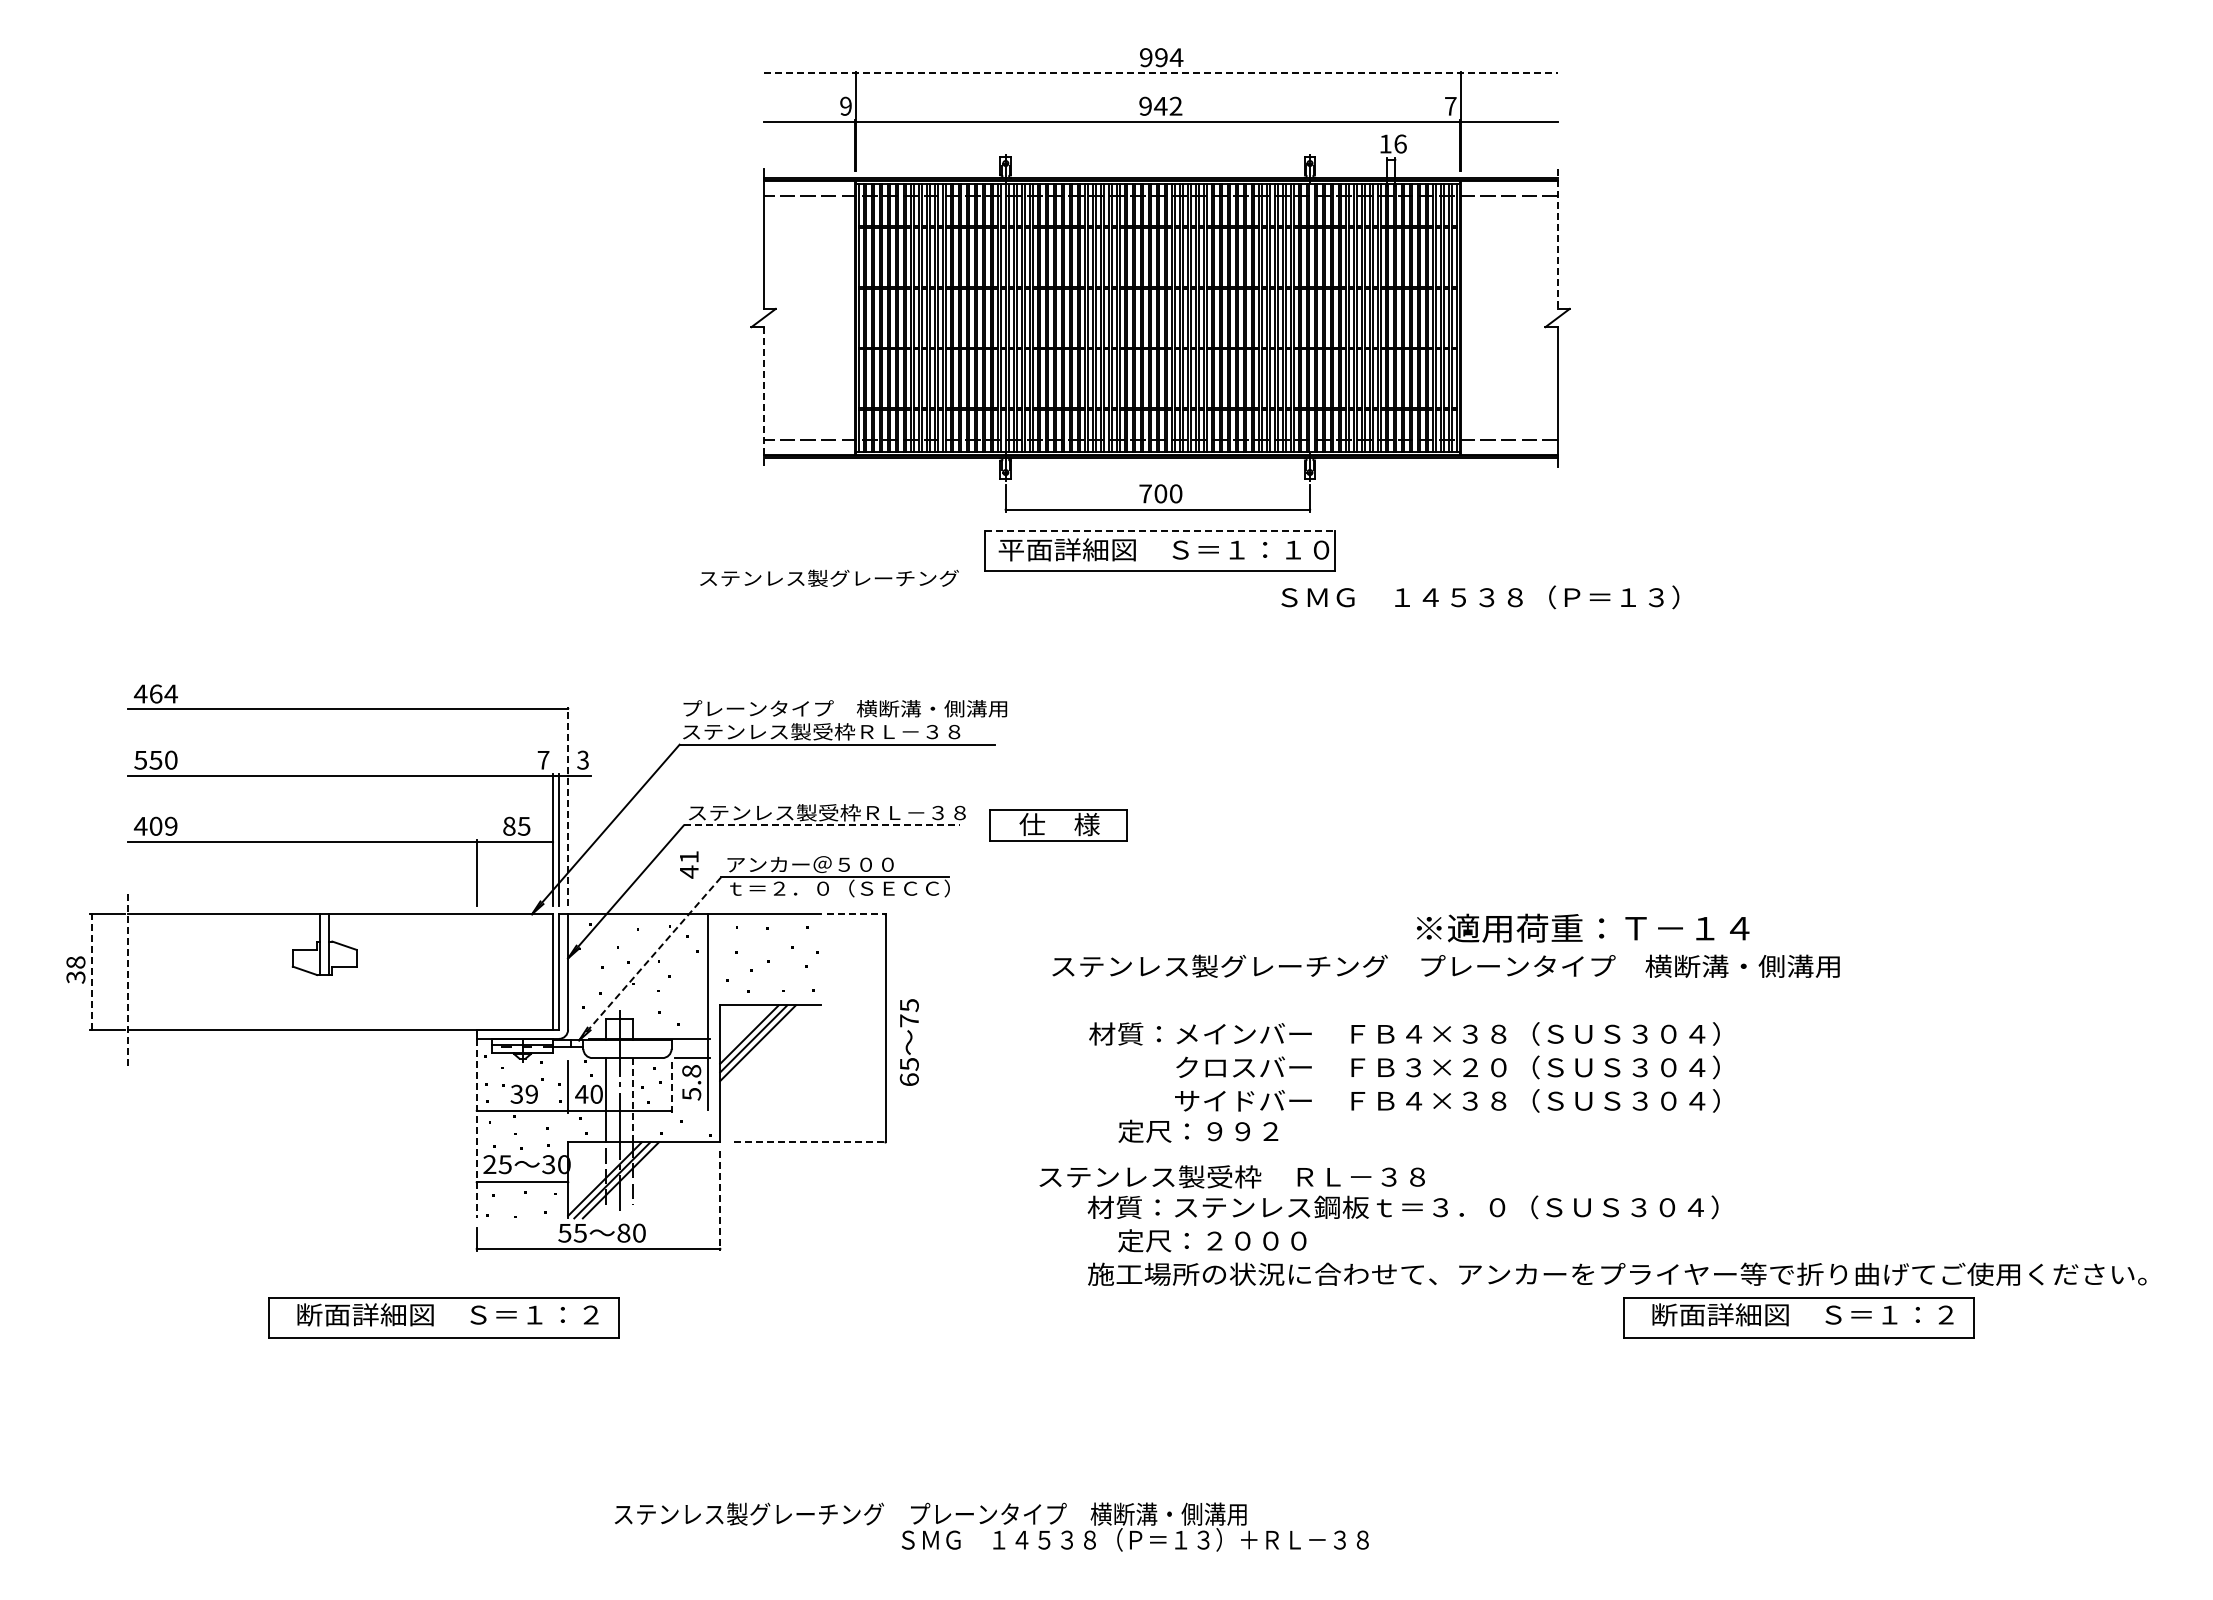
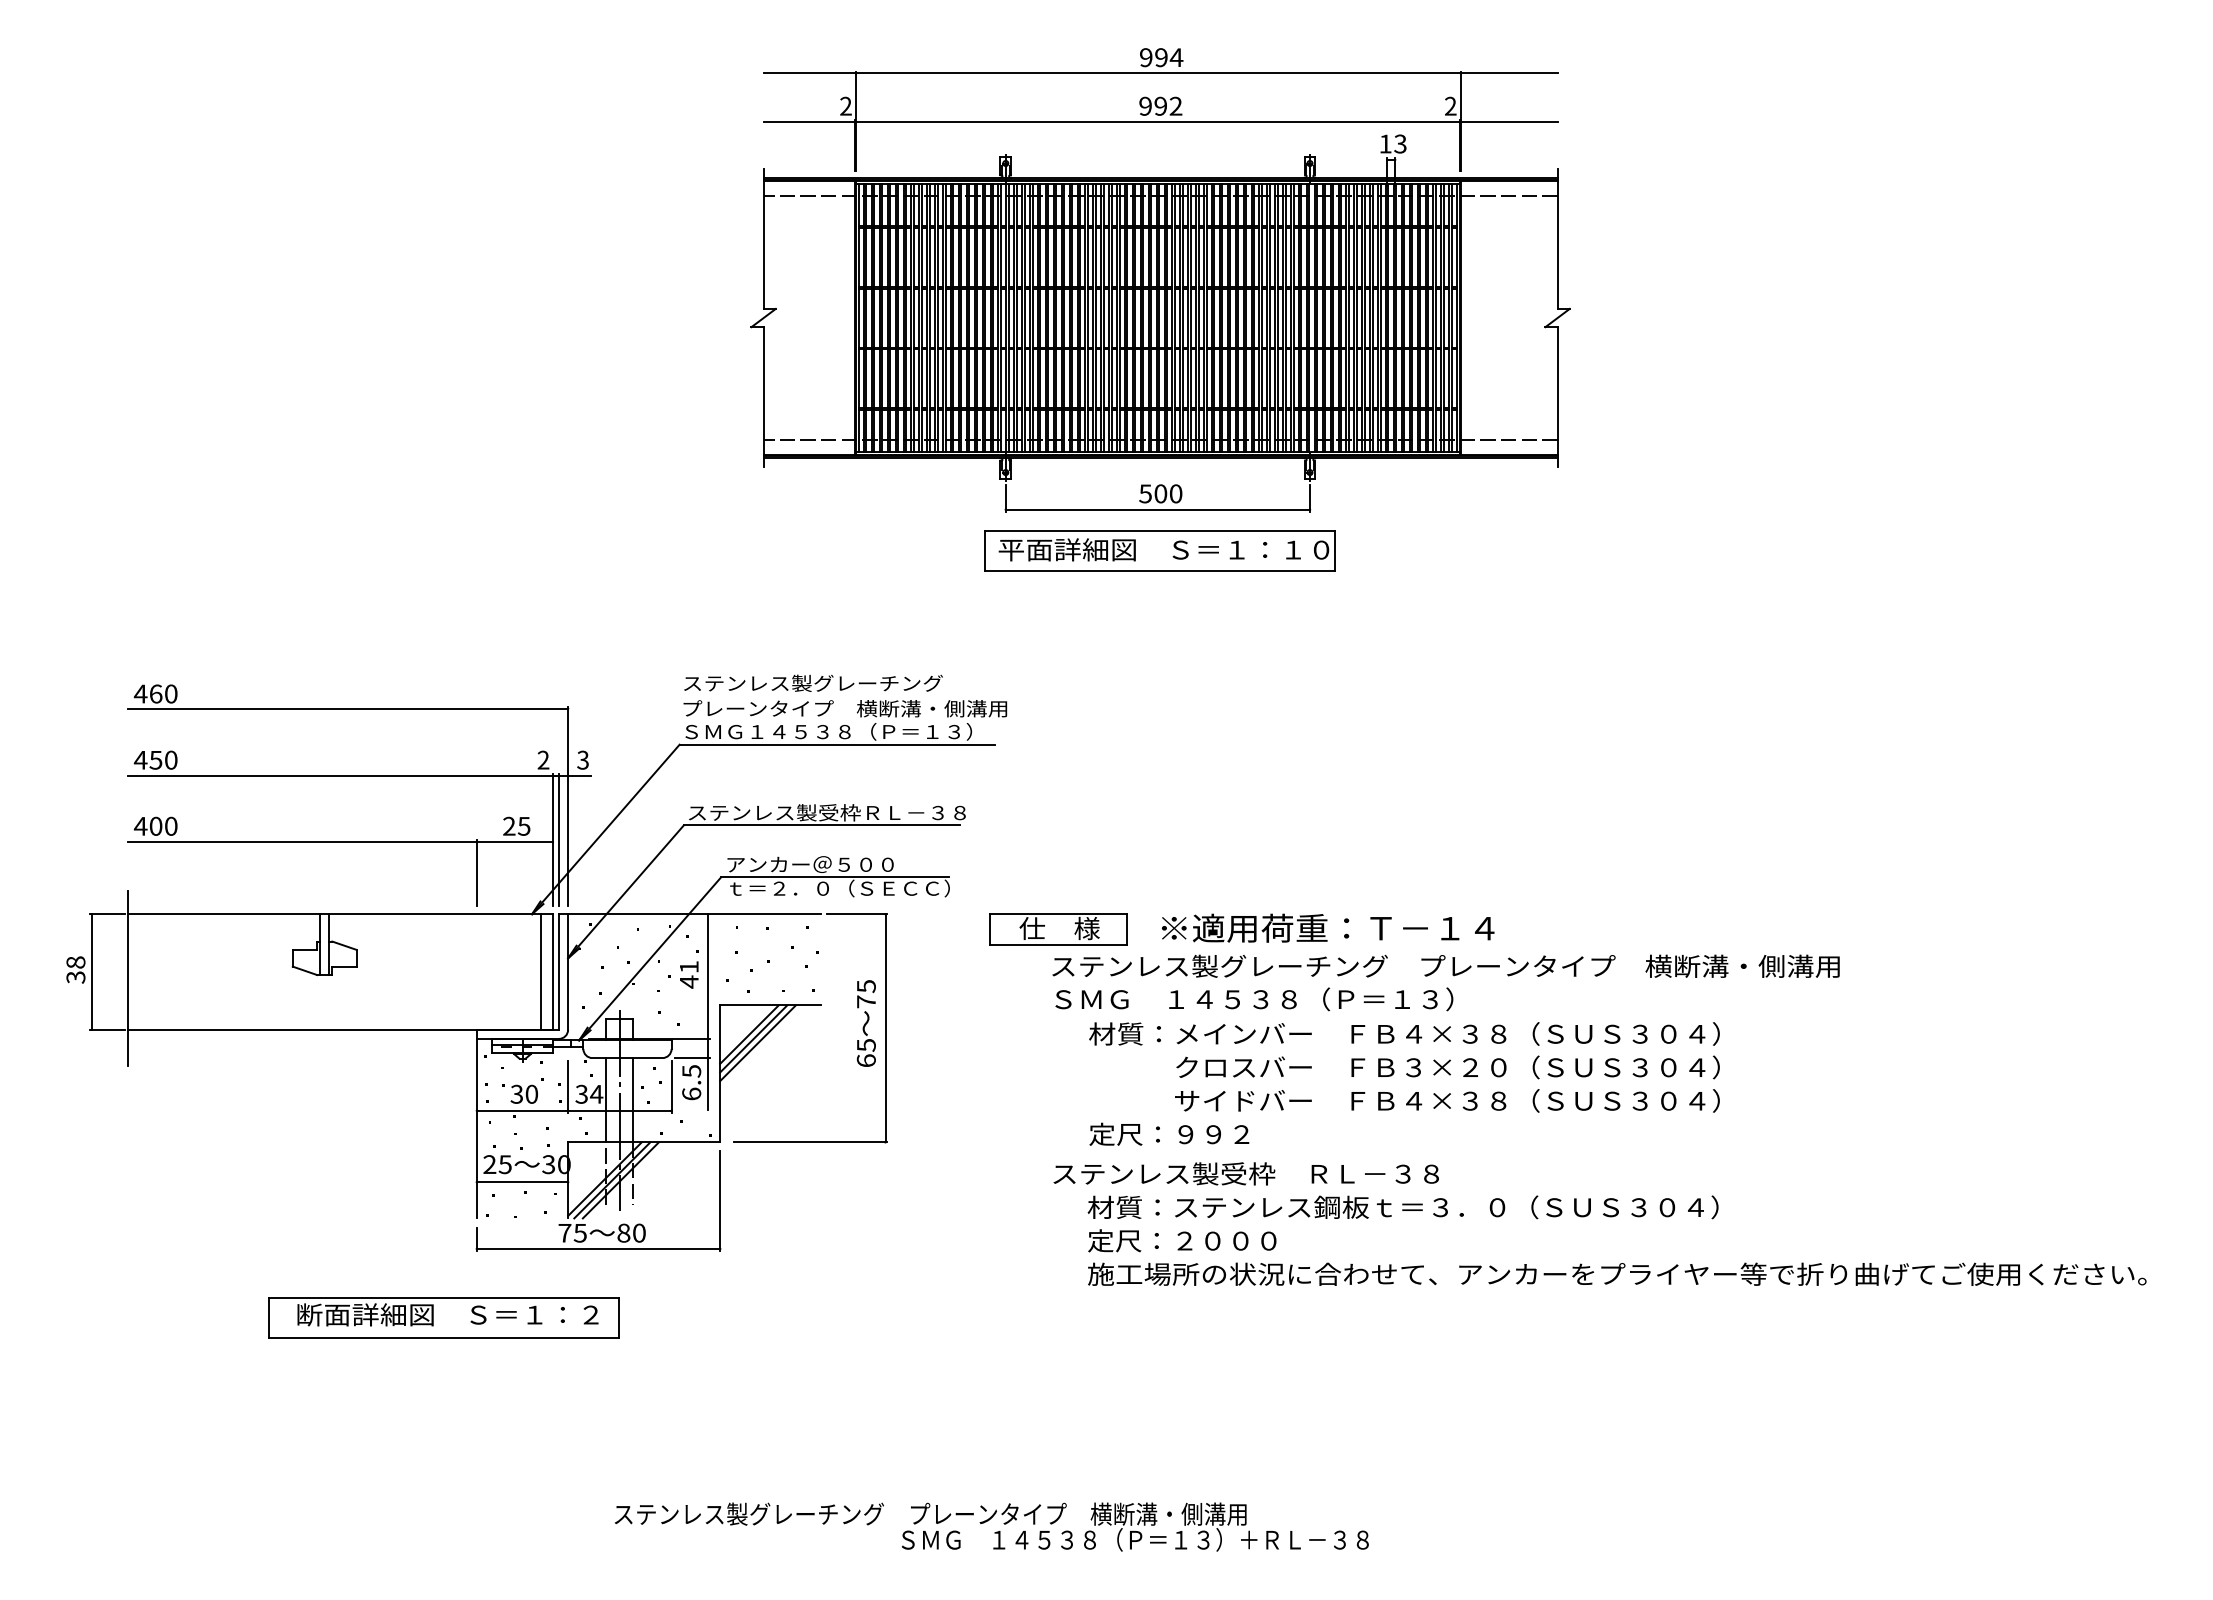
line at (1160, 73): dashed -> solid
text at (1160, 105): 942 -> 992
text at (1450, 105): 7 -> 2
text at (845, 106): 9 -> 2
text at (1400, 143): 16 -> 13
line at (1557, 238): dashed -> solid
line at (763, 397): dashed -> solid
text at (1145, 493): 700 -> 500
line at (1160, 530): dashed -> solid
text at (829, 577) position: (829, 577) -> (813, 682)
text at (1480, 597) position: (1480, 597) -> (1254, 999)
text at (170, 693): 464 -> 460
text at (827, 731): ステンレス製受枠ＲＬ－３８ -> ＳＭＧ１４５３８（Ｐ＝１３）
text at (543, 759): 7 -> 2
text at (140, 760): 550 -> 450
line at (568, 806): dashed -> solid
text at (509, 825): 85 -> 25
line at (822, 825): dashed -> solid
part at (1058, 825) position: (1058, 825) -> (1058, 929)
text at (171, 826): 409 -> 400
text at (689, 864) position: (689, 864) -> (689, 974)
line at (857, 914): dashed -> solid
text at (1583, 927) position: (1583, 927) -> (1328, 927)
line at (650, 958): dashed -> solid
line at (540, 971): none -> present
line at (91, 972): dashed -> solid
line at (128, 977): dashed -> solid
text at (908, 1042) position: (908, 1042) -> (865, 1023)
text at (691, 1082): 5.8 -> 6.5
line at (671, 1086): dashed -> solid
text at (589, 1093): 40 -> 34
text at (531, 1094): 39 -> 30
line at (633, 1099): dashed -> solid
line at (476, 1128): dashed -> solid
text at (1198, 1130) position: (1198, 1130) -> (1169, 1133)
line at (810, 1142): dashed -> solid
text at (1231, 1176) position: (1231, 1176) -> (1245, 1173)
line at (720, 1201): dashed -> solid
text at (564, 1233): 55 -> 75
text at (1212, 1240) position: (1212, 1240) -> (1182, 1240)
part at (1798, 1317): present -> none
